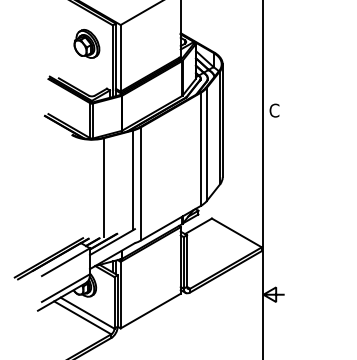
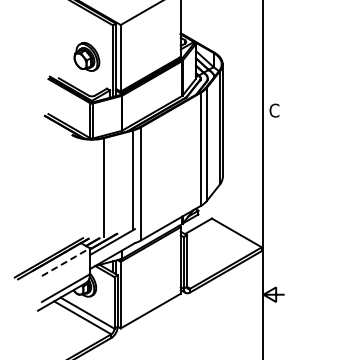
part at (86, 43) position: (86, 43) -> (86, 56)
line at (65, 262): solid -> dashed
